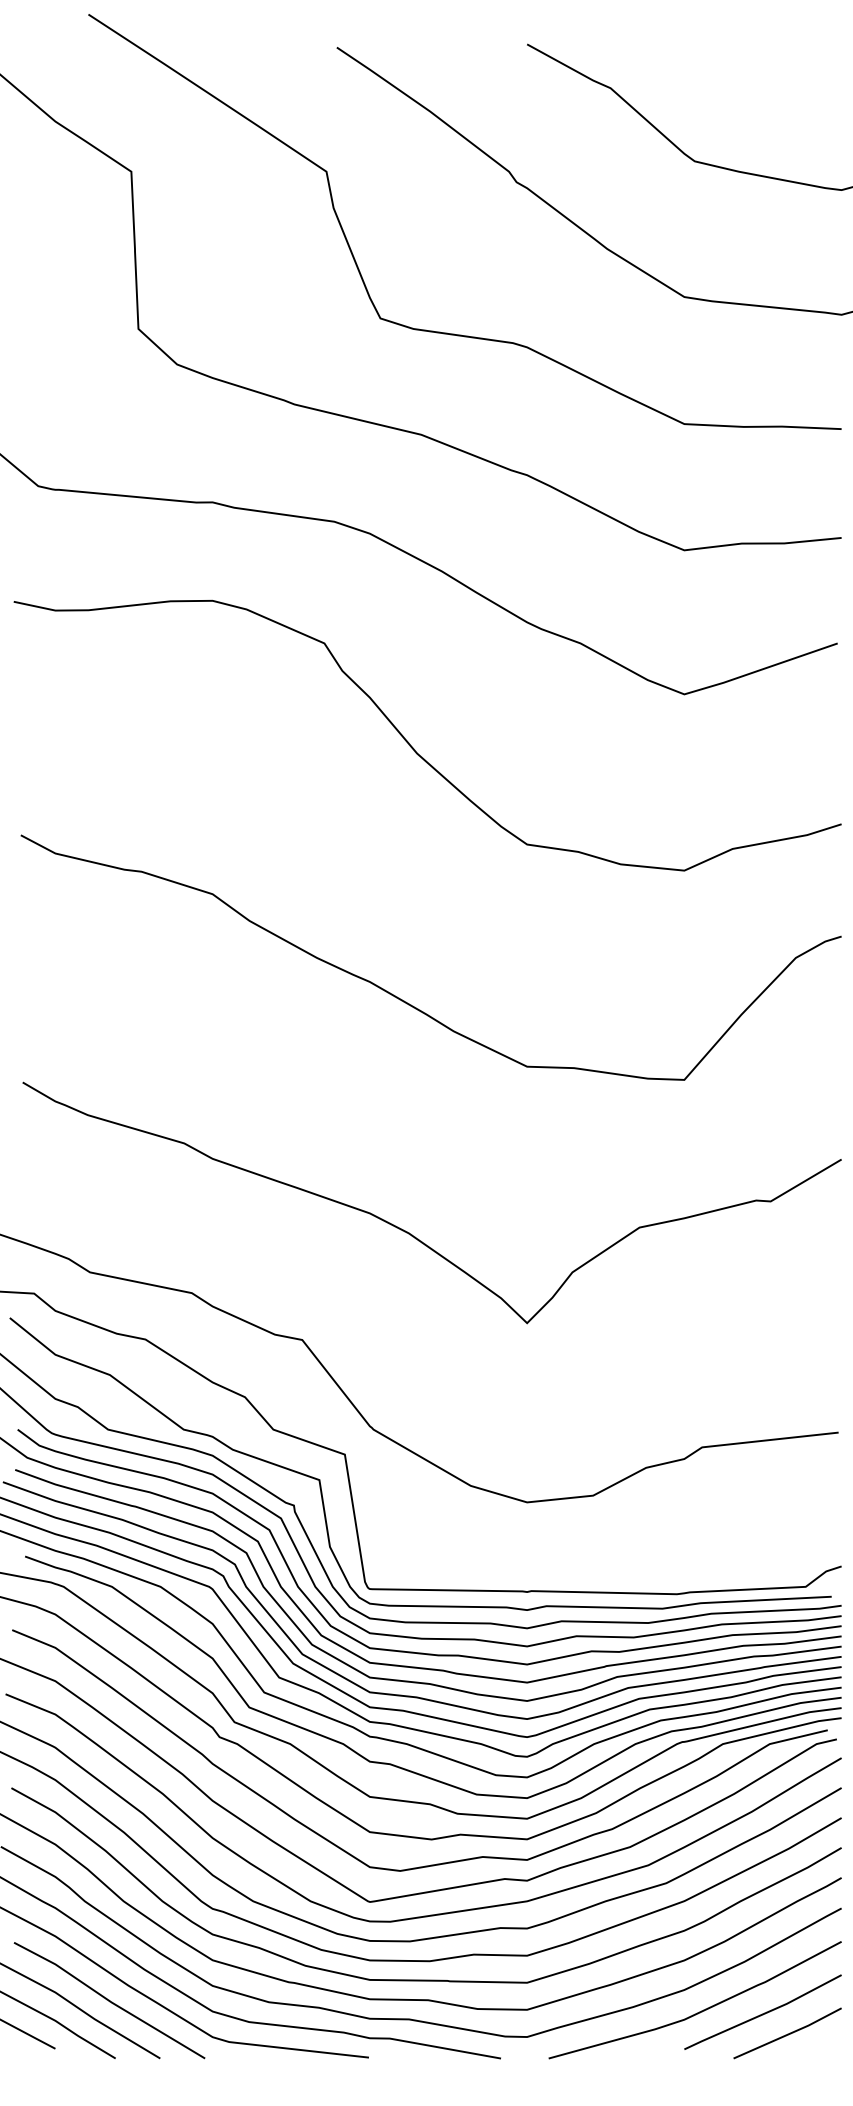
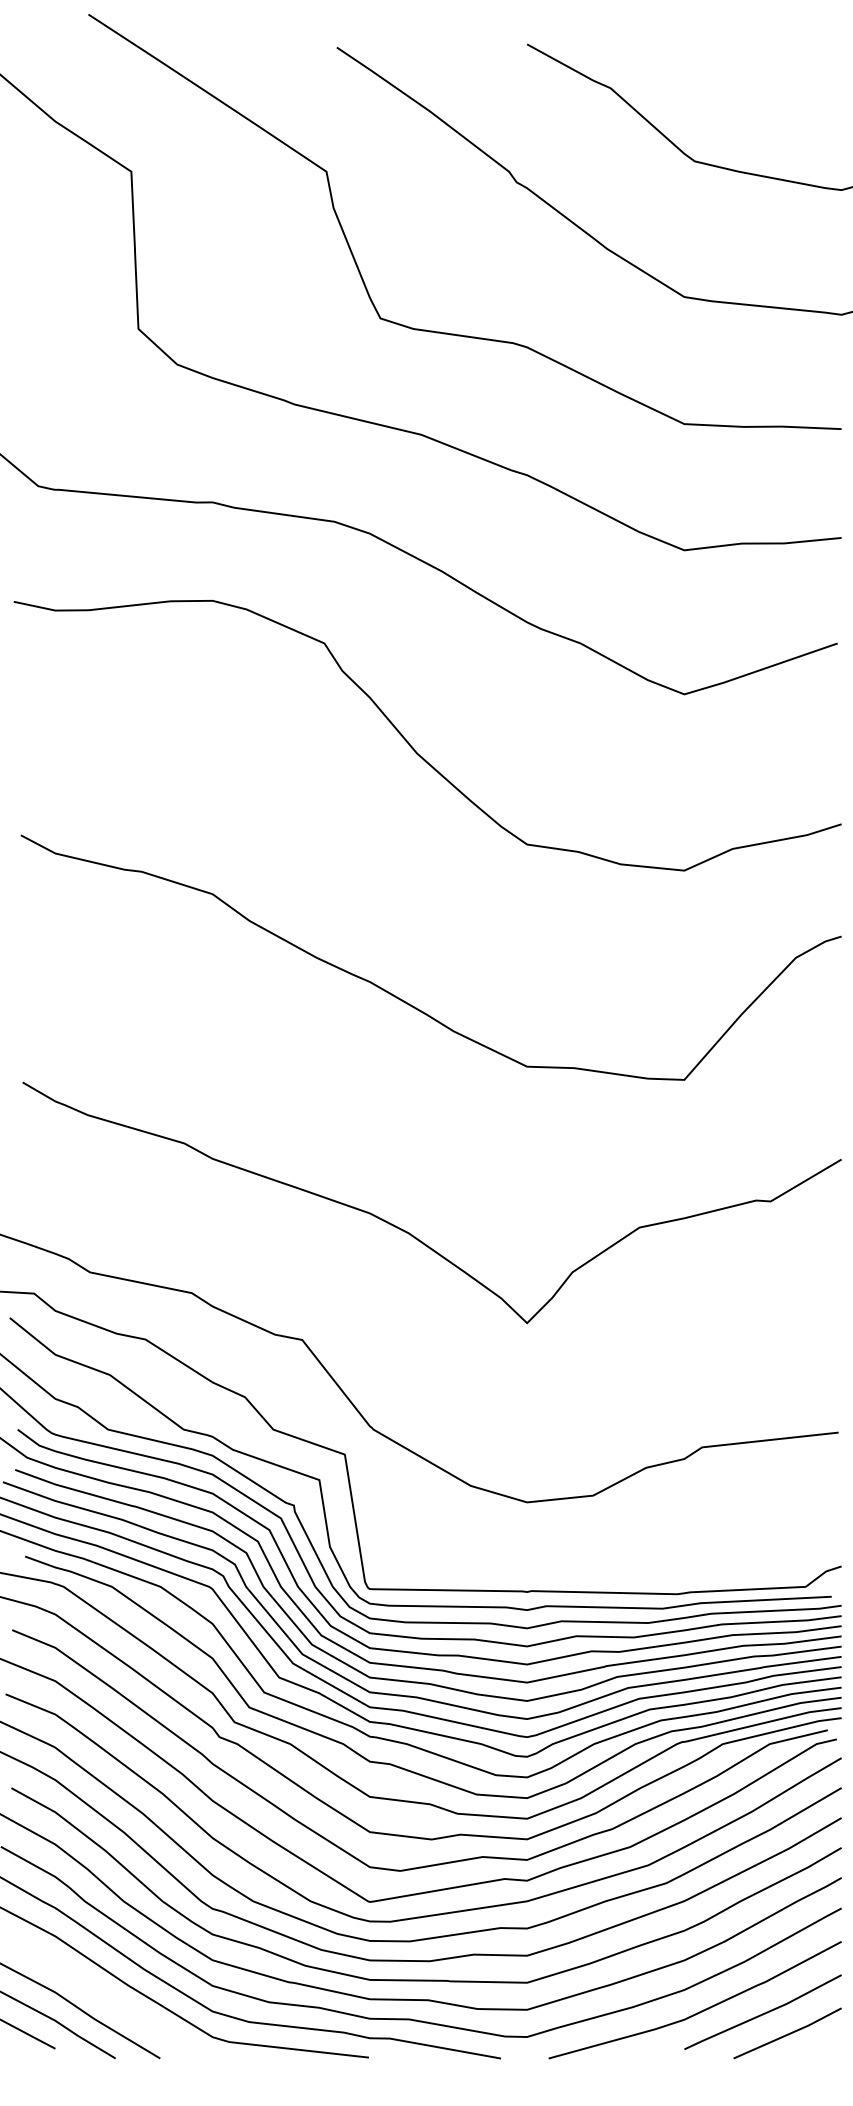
line at (109, 2000): present -> none
